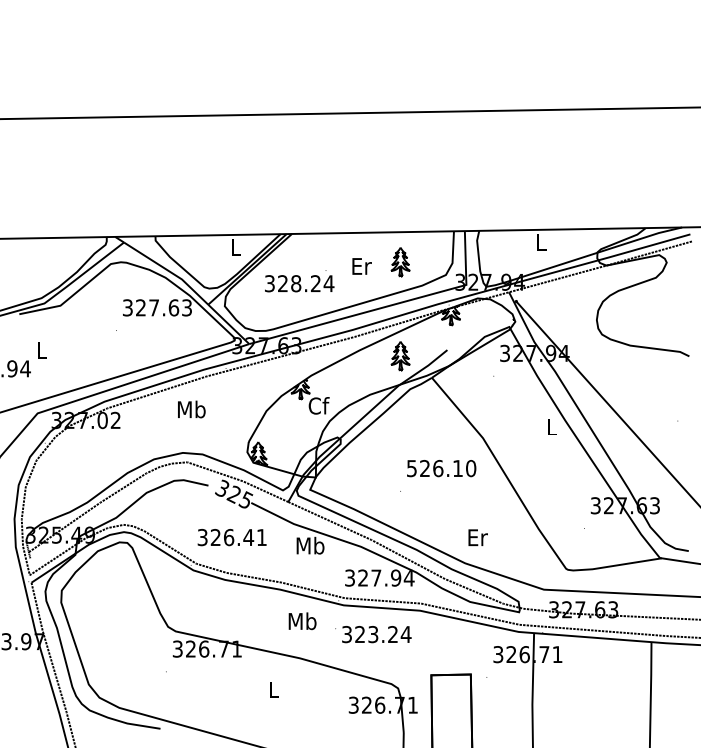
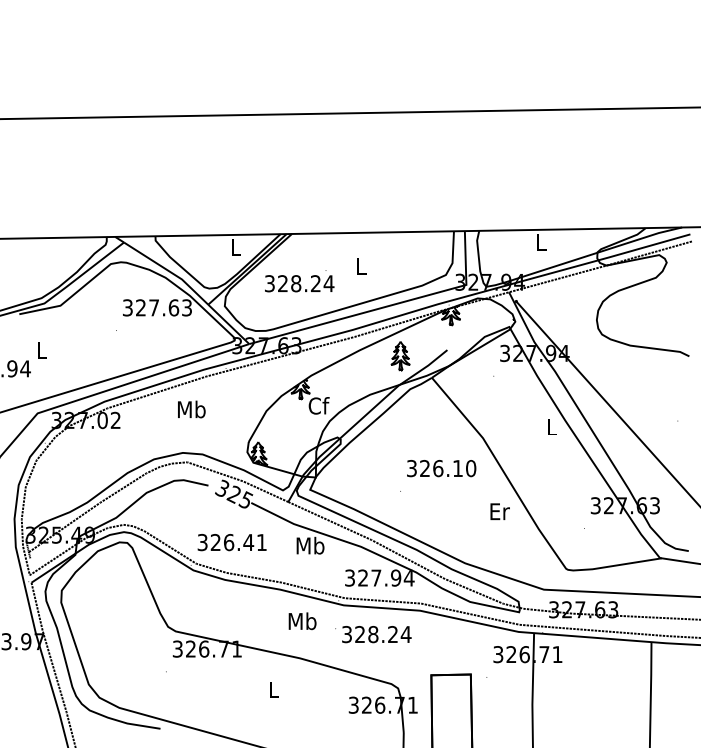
part at (400, 262): present -> none
text at (361, 266): Er -> L
text at (411, 467): 526.10 -> 326.10
text at (231, 537) position: (231, 537) -> (231, 542)
text at (477, 537) position: (477, 537) -> (499, 511)
text at (373, 634): 323.24 -> 328.24
